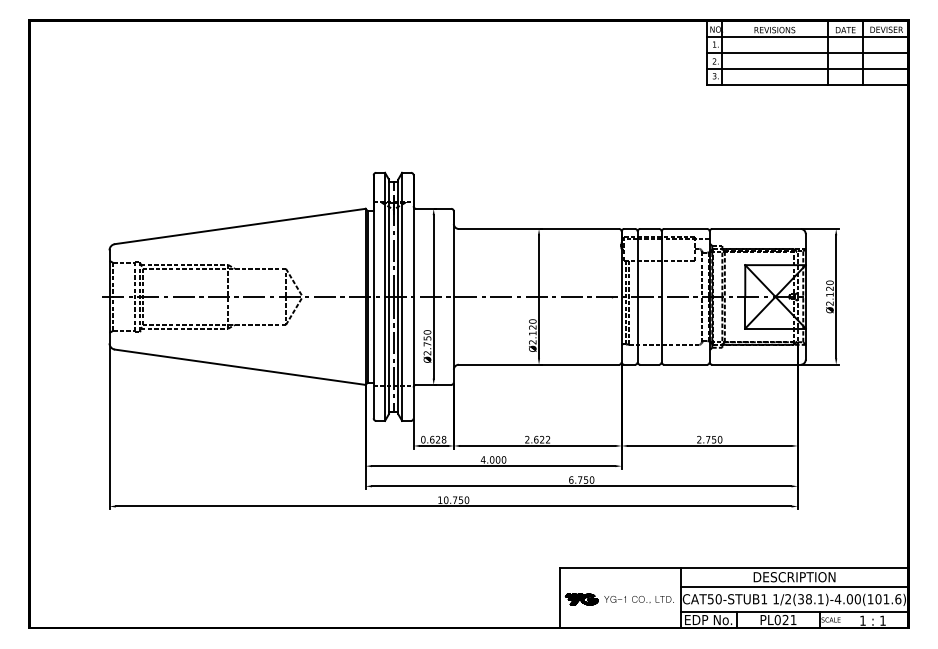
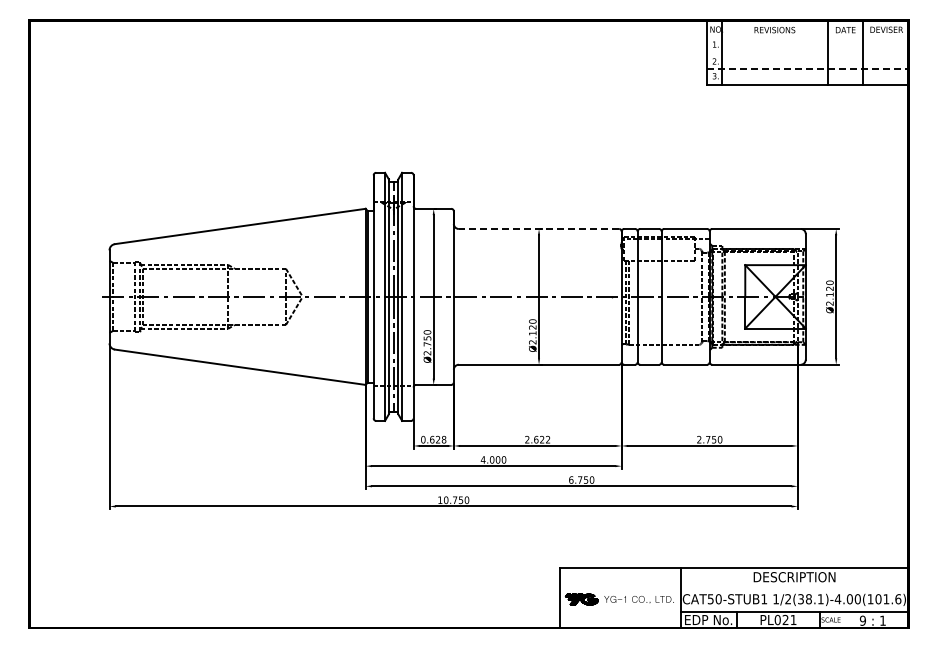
line at (807, 36): present -> none
line at (807, 53): present -> none
line at (807, 69): solid -> dashed
line at (538, 229): solid -> dashed
line at (794, 586): present -> none
text at (862, 620): 1 -> 9
